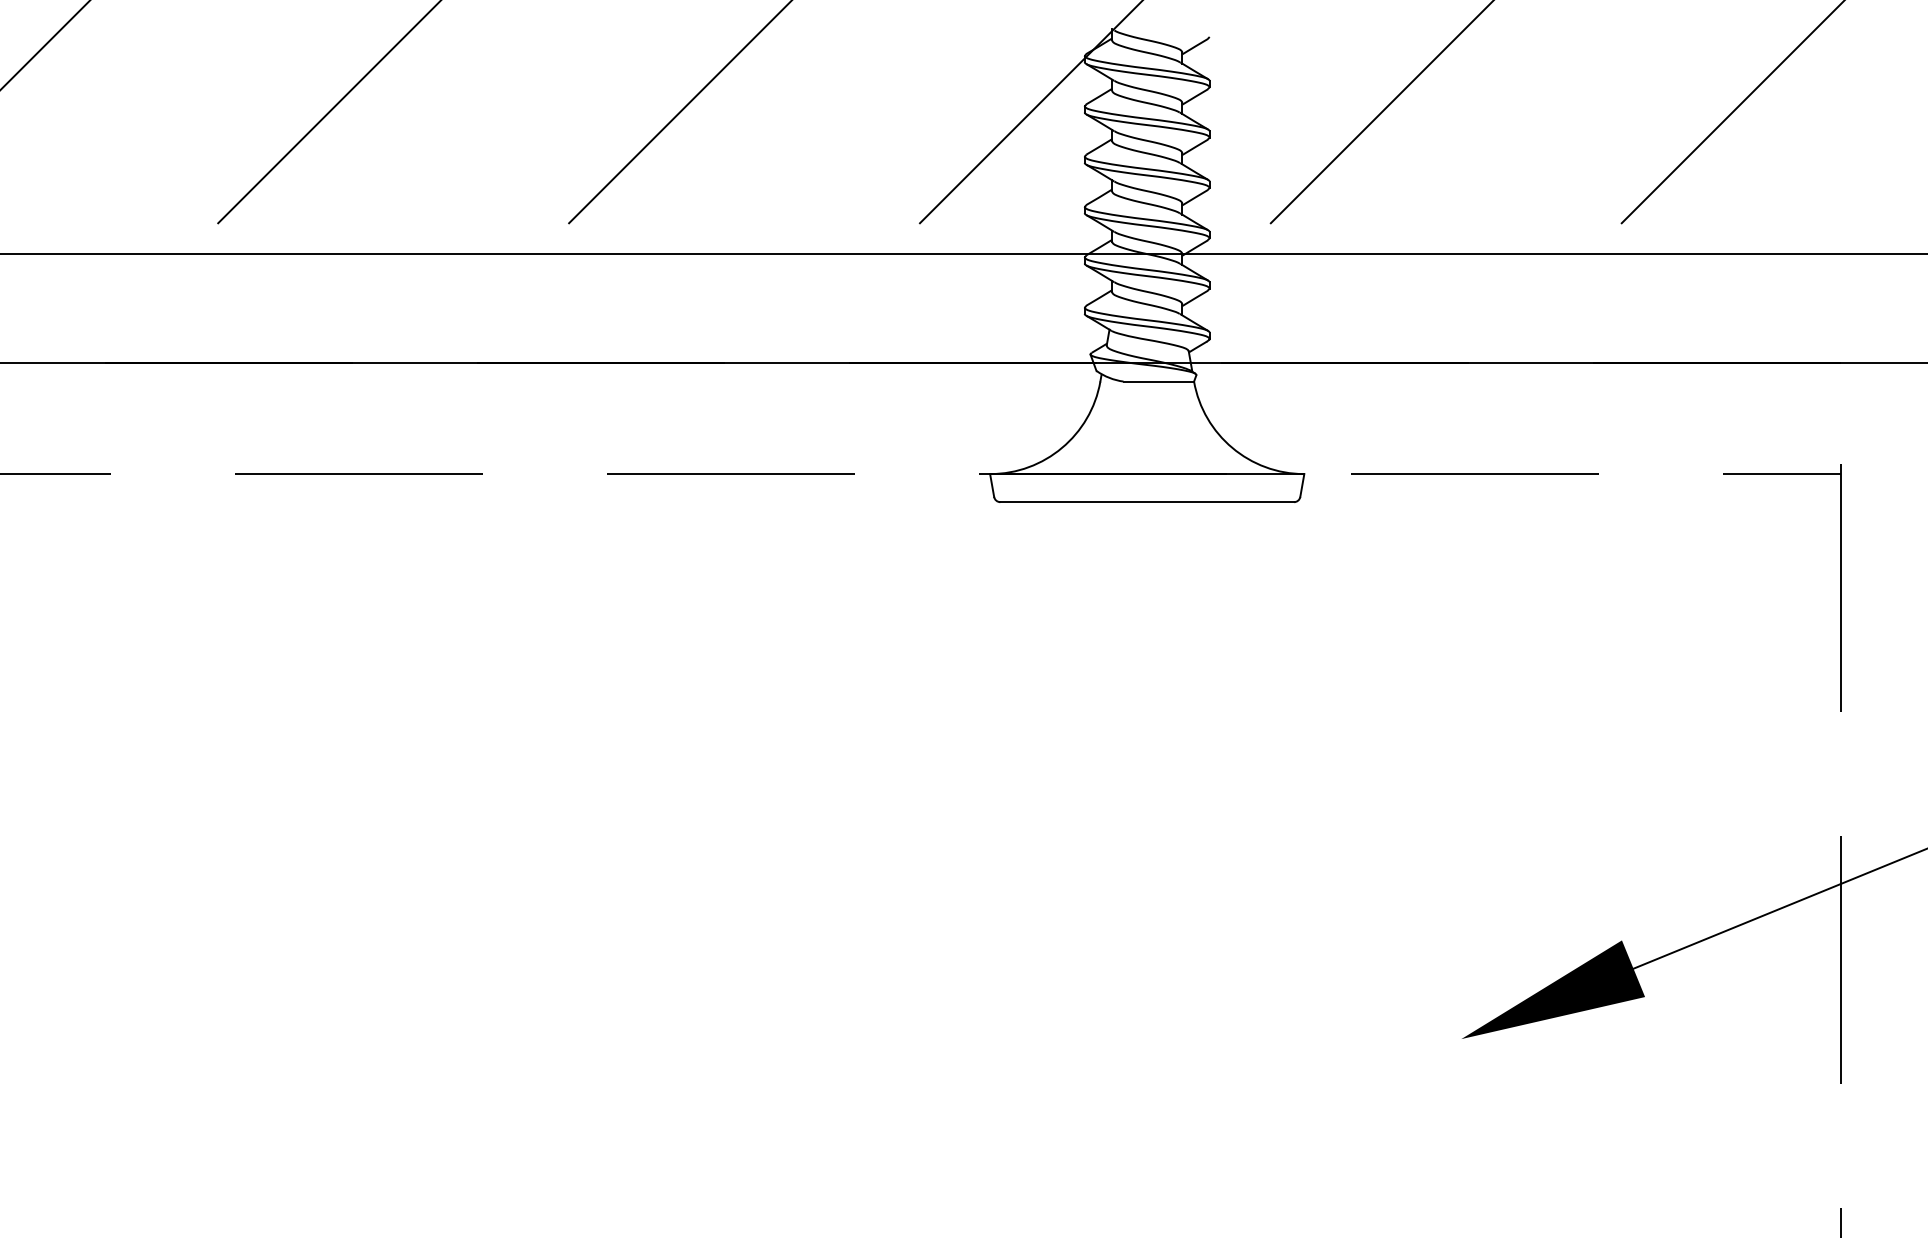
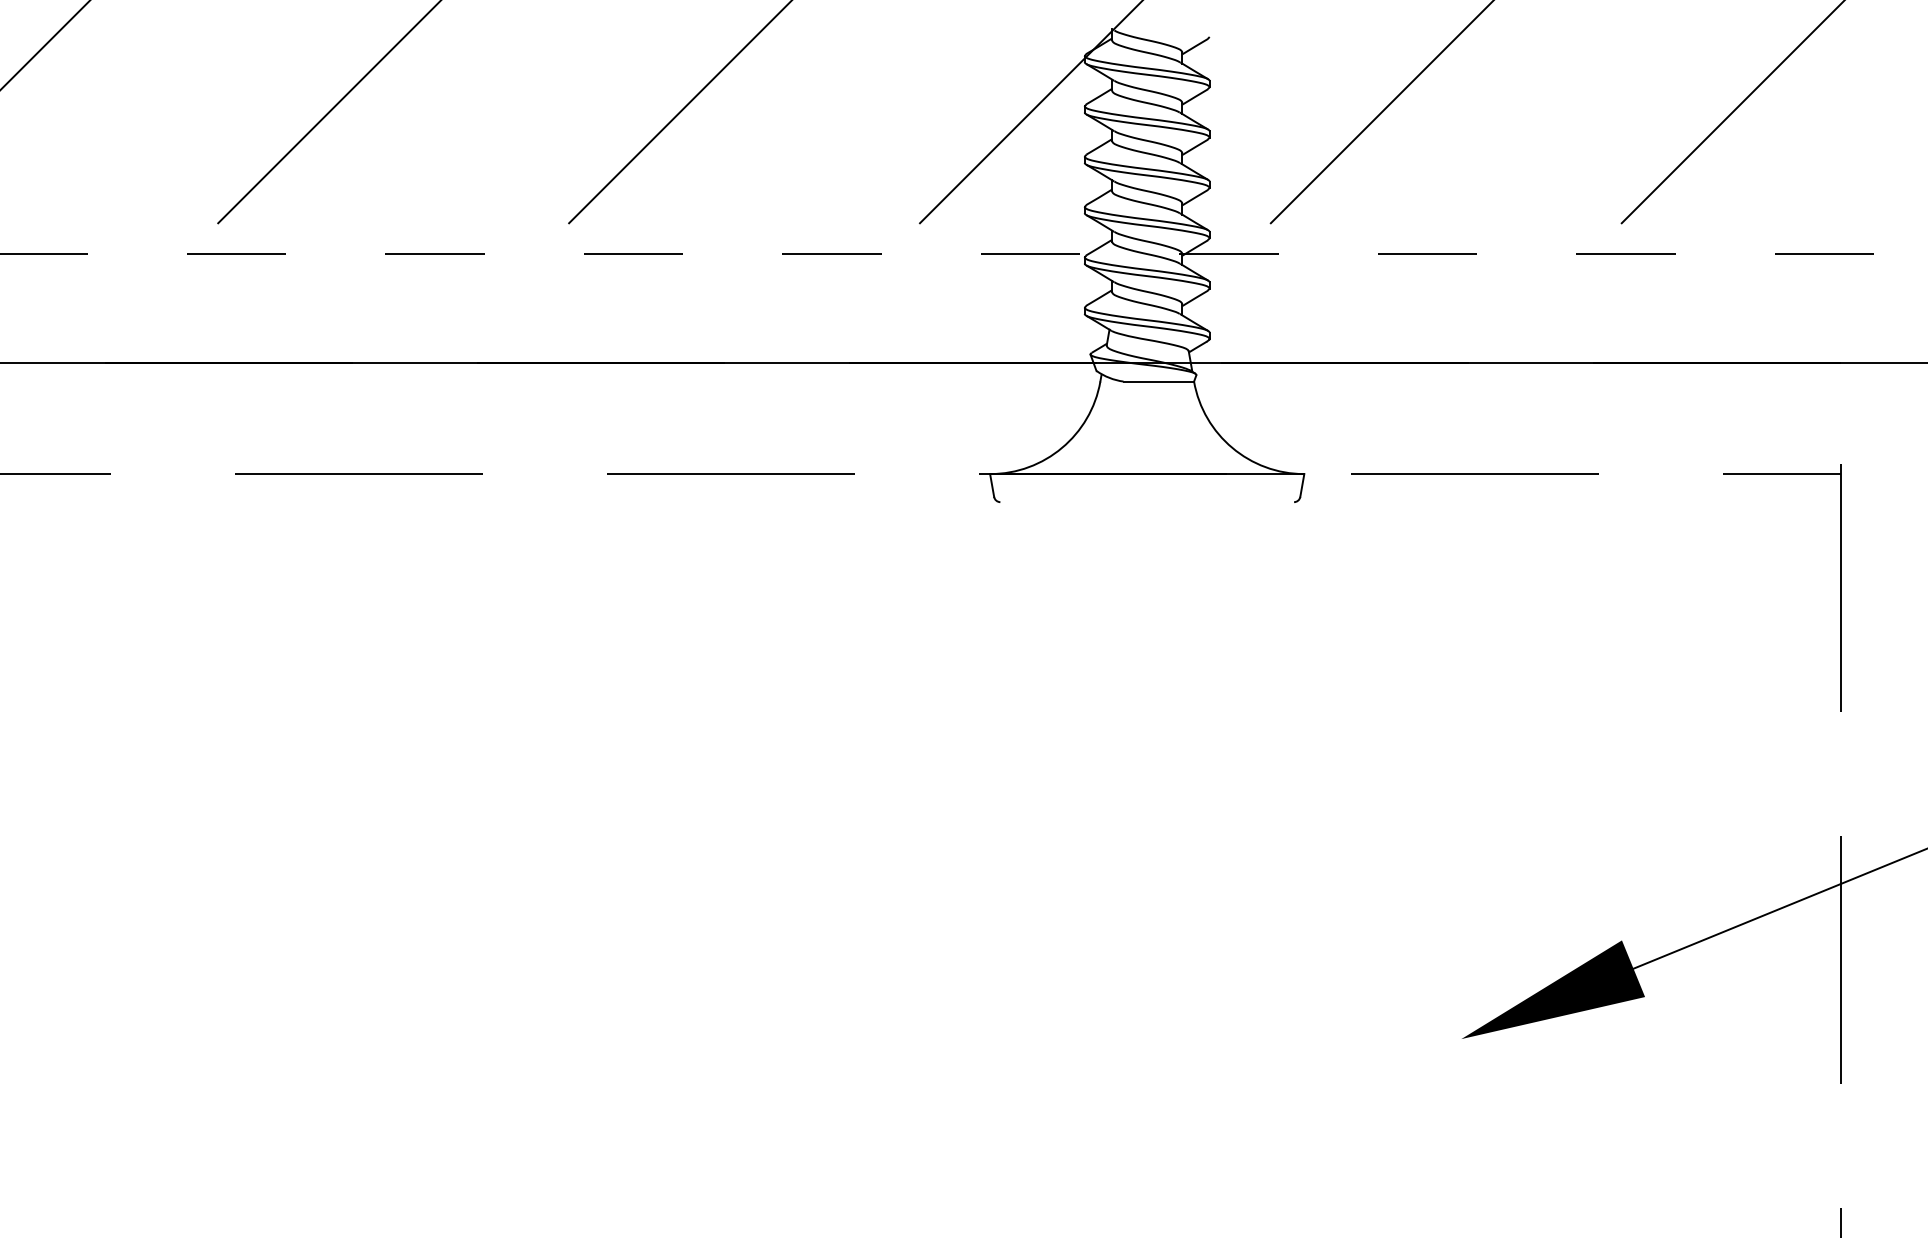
line at (963, 253): solid -> dashed
line at (1147, 502): present -> none
